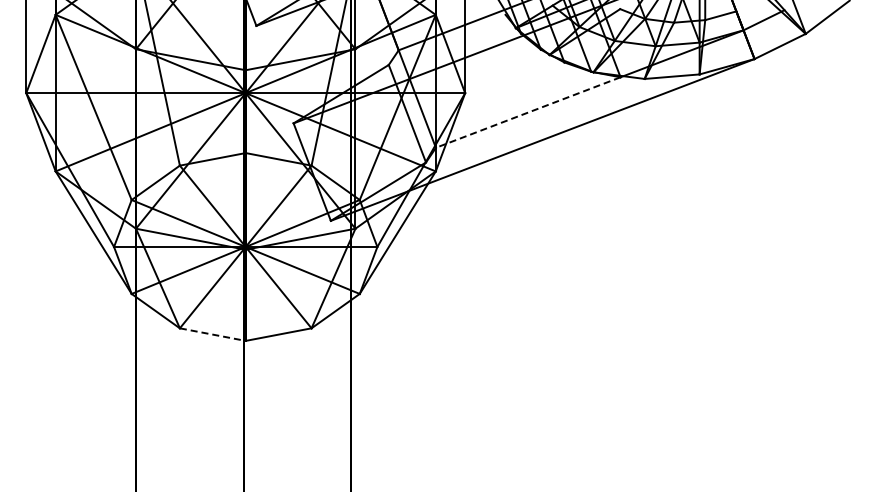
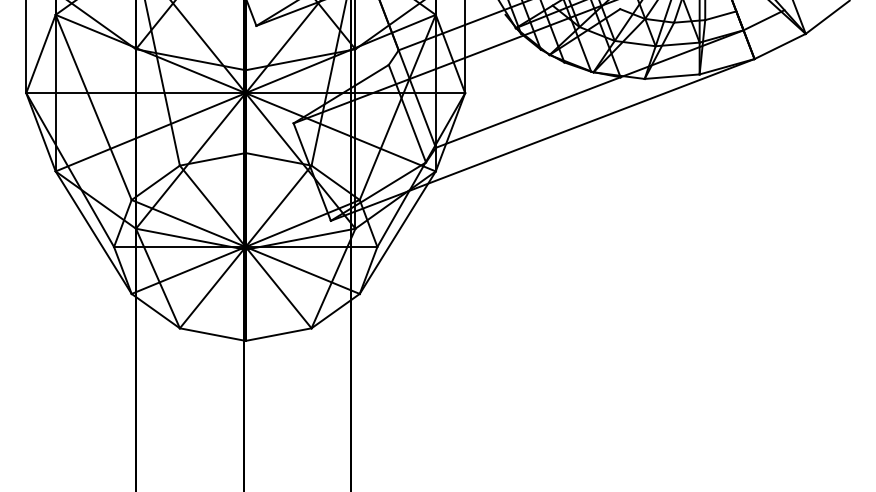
line at (528, 112): dashed -> solid
line at (212, 334): dashed -> solid
